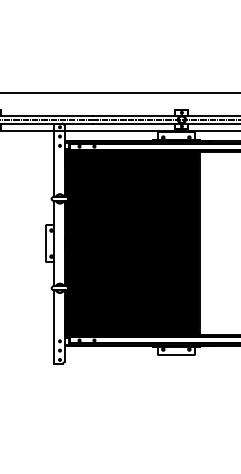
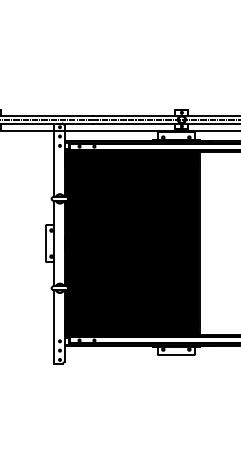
line at (119, 93): present -> none
